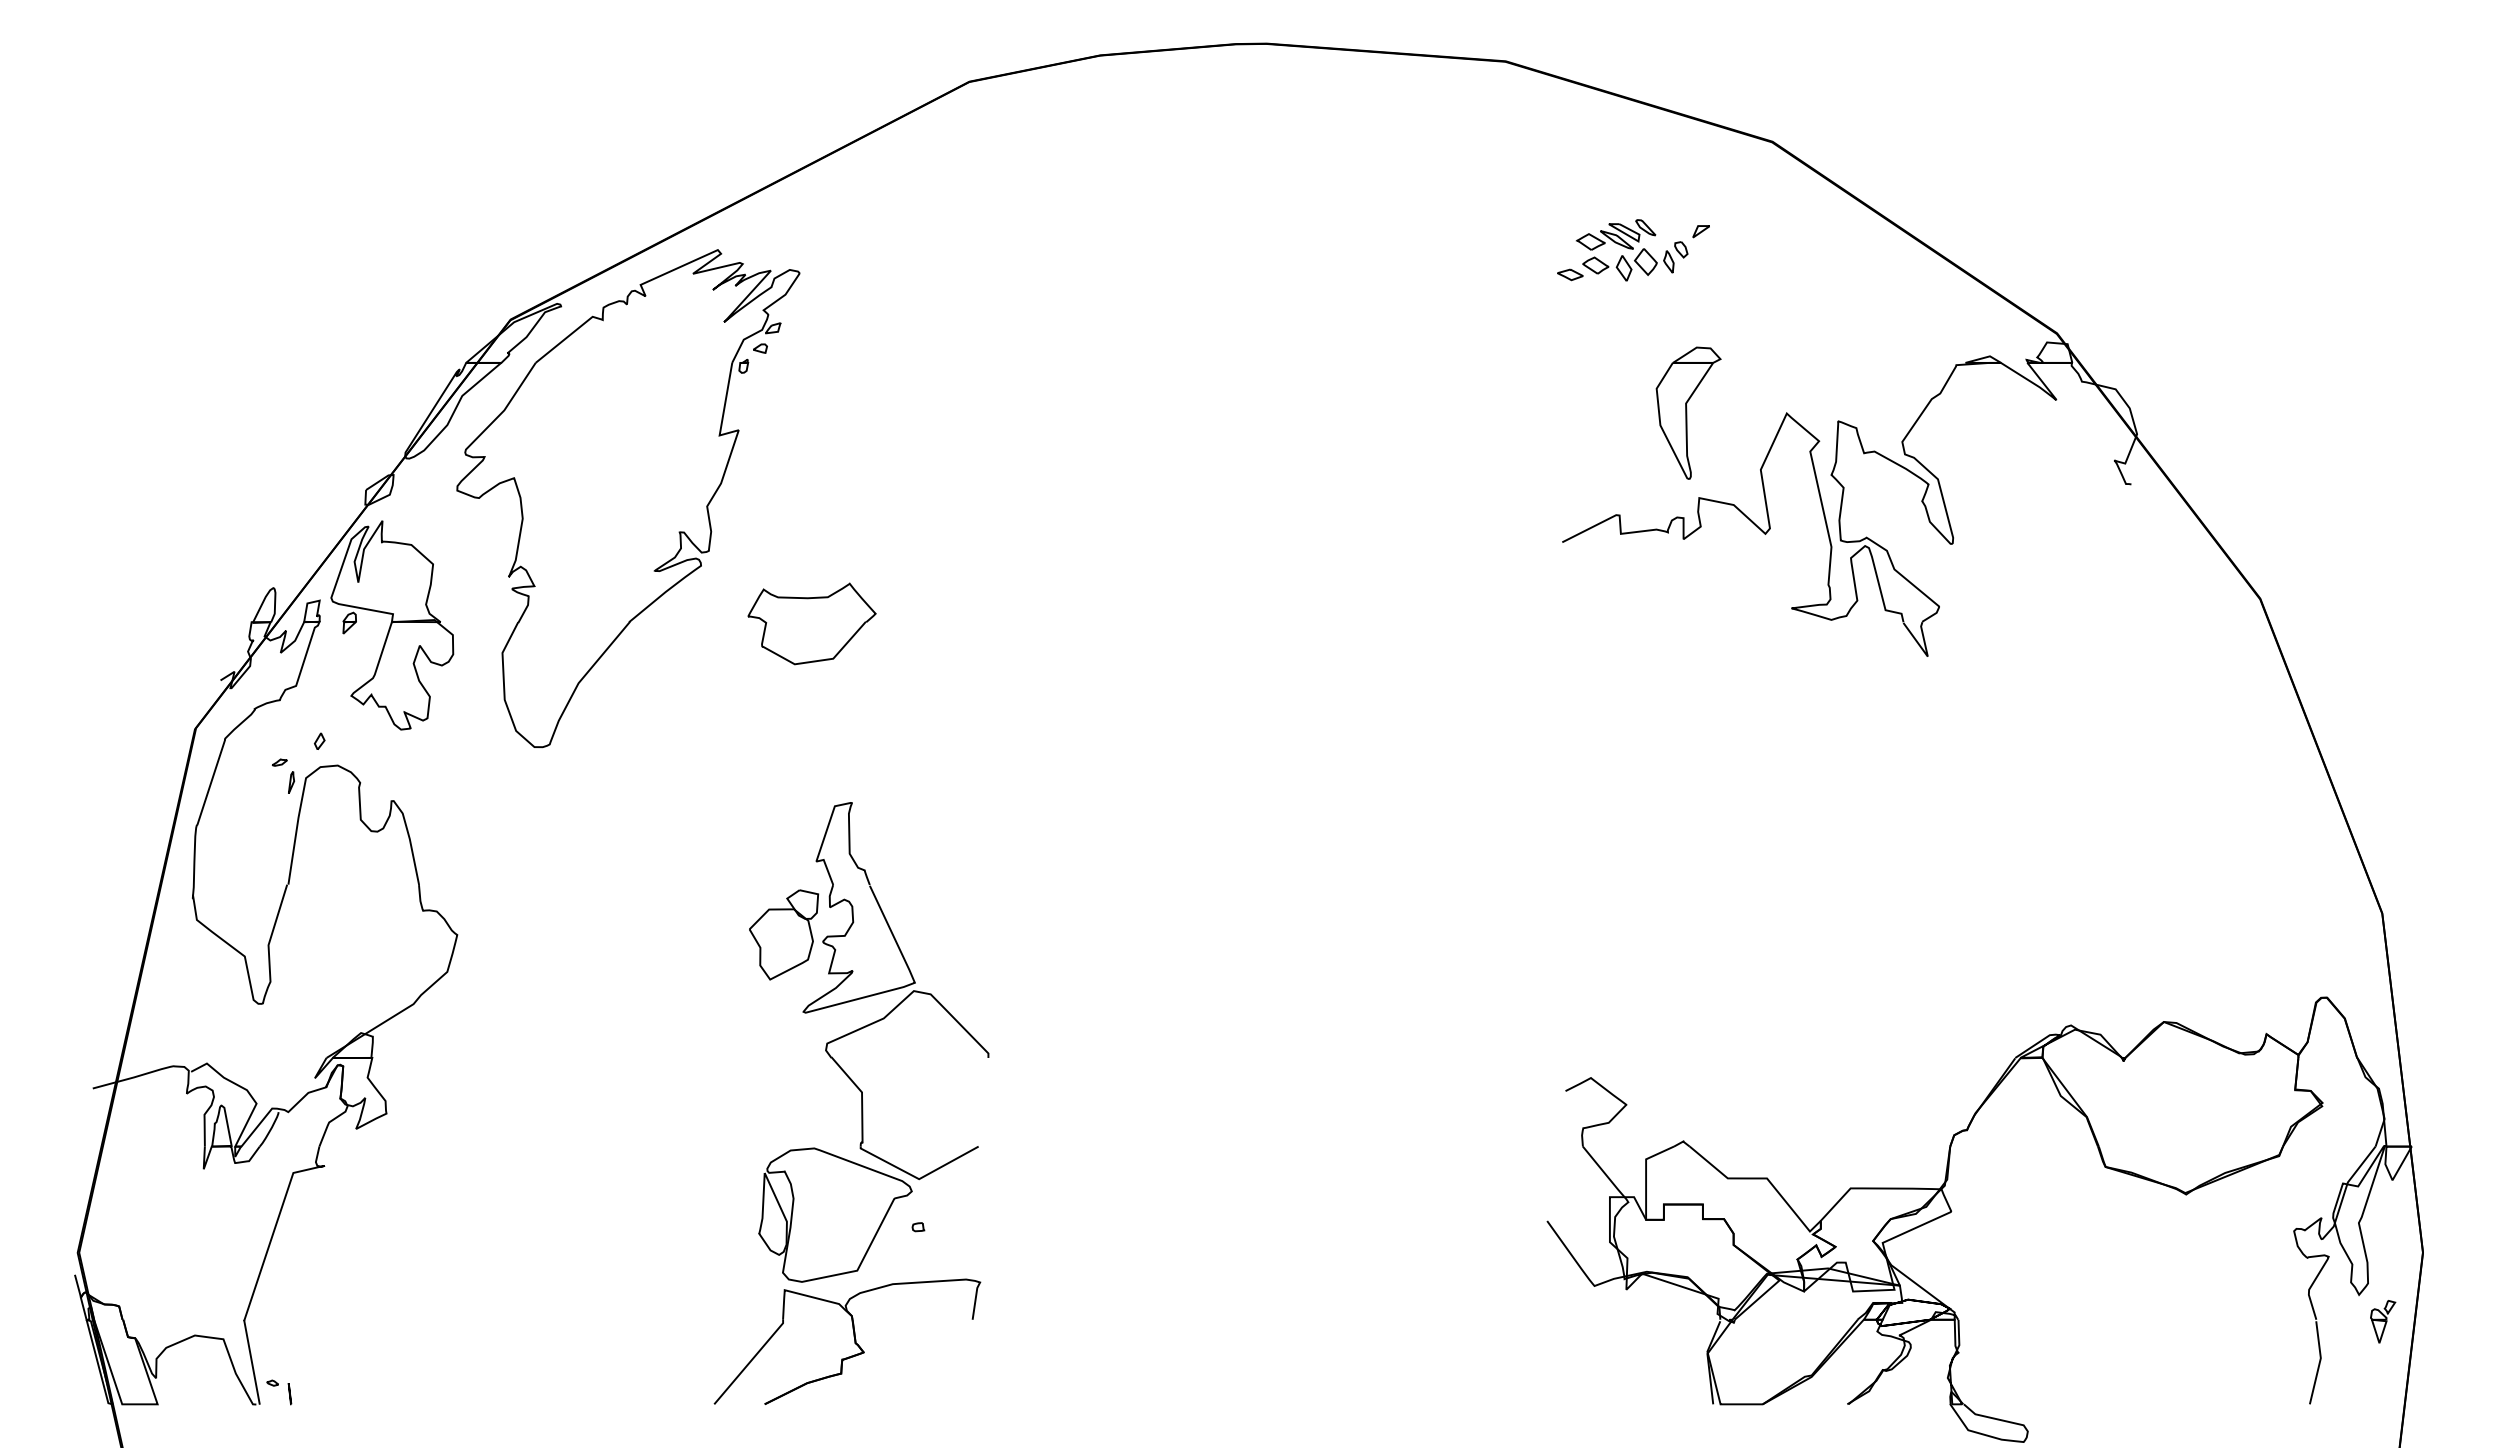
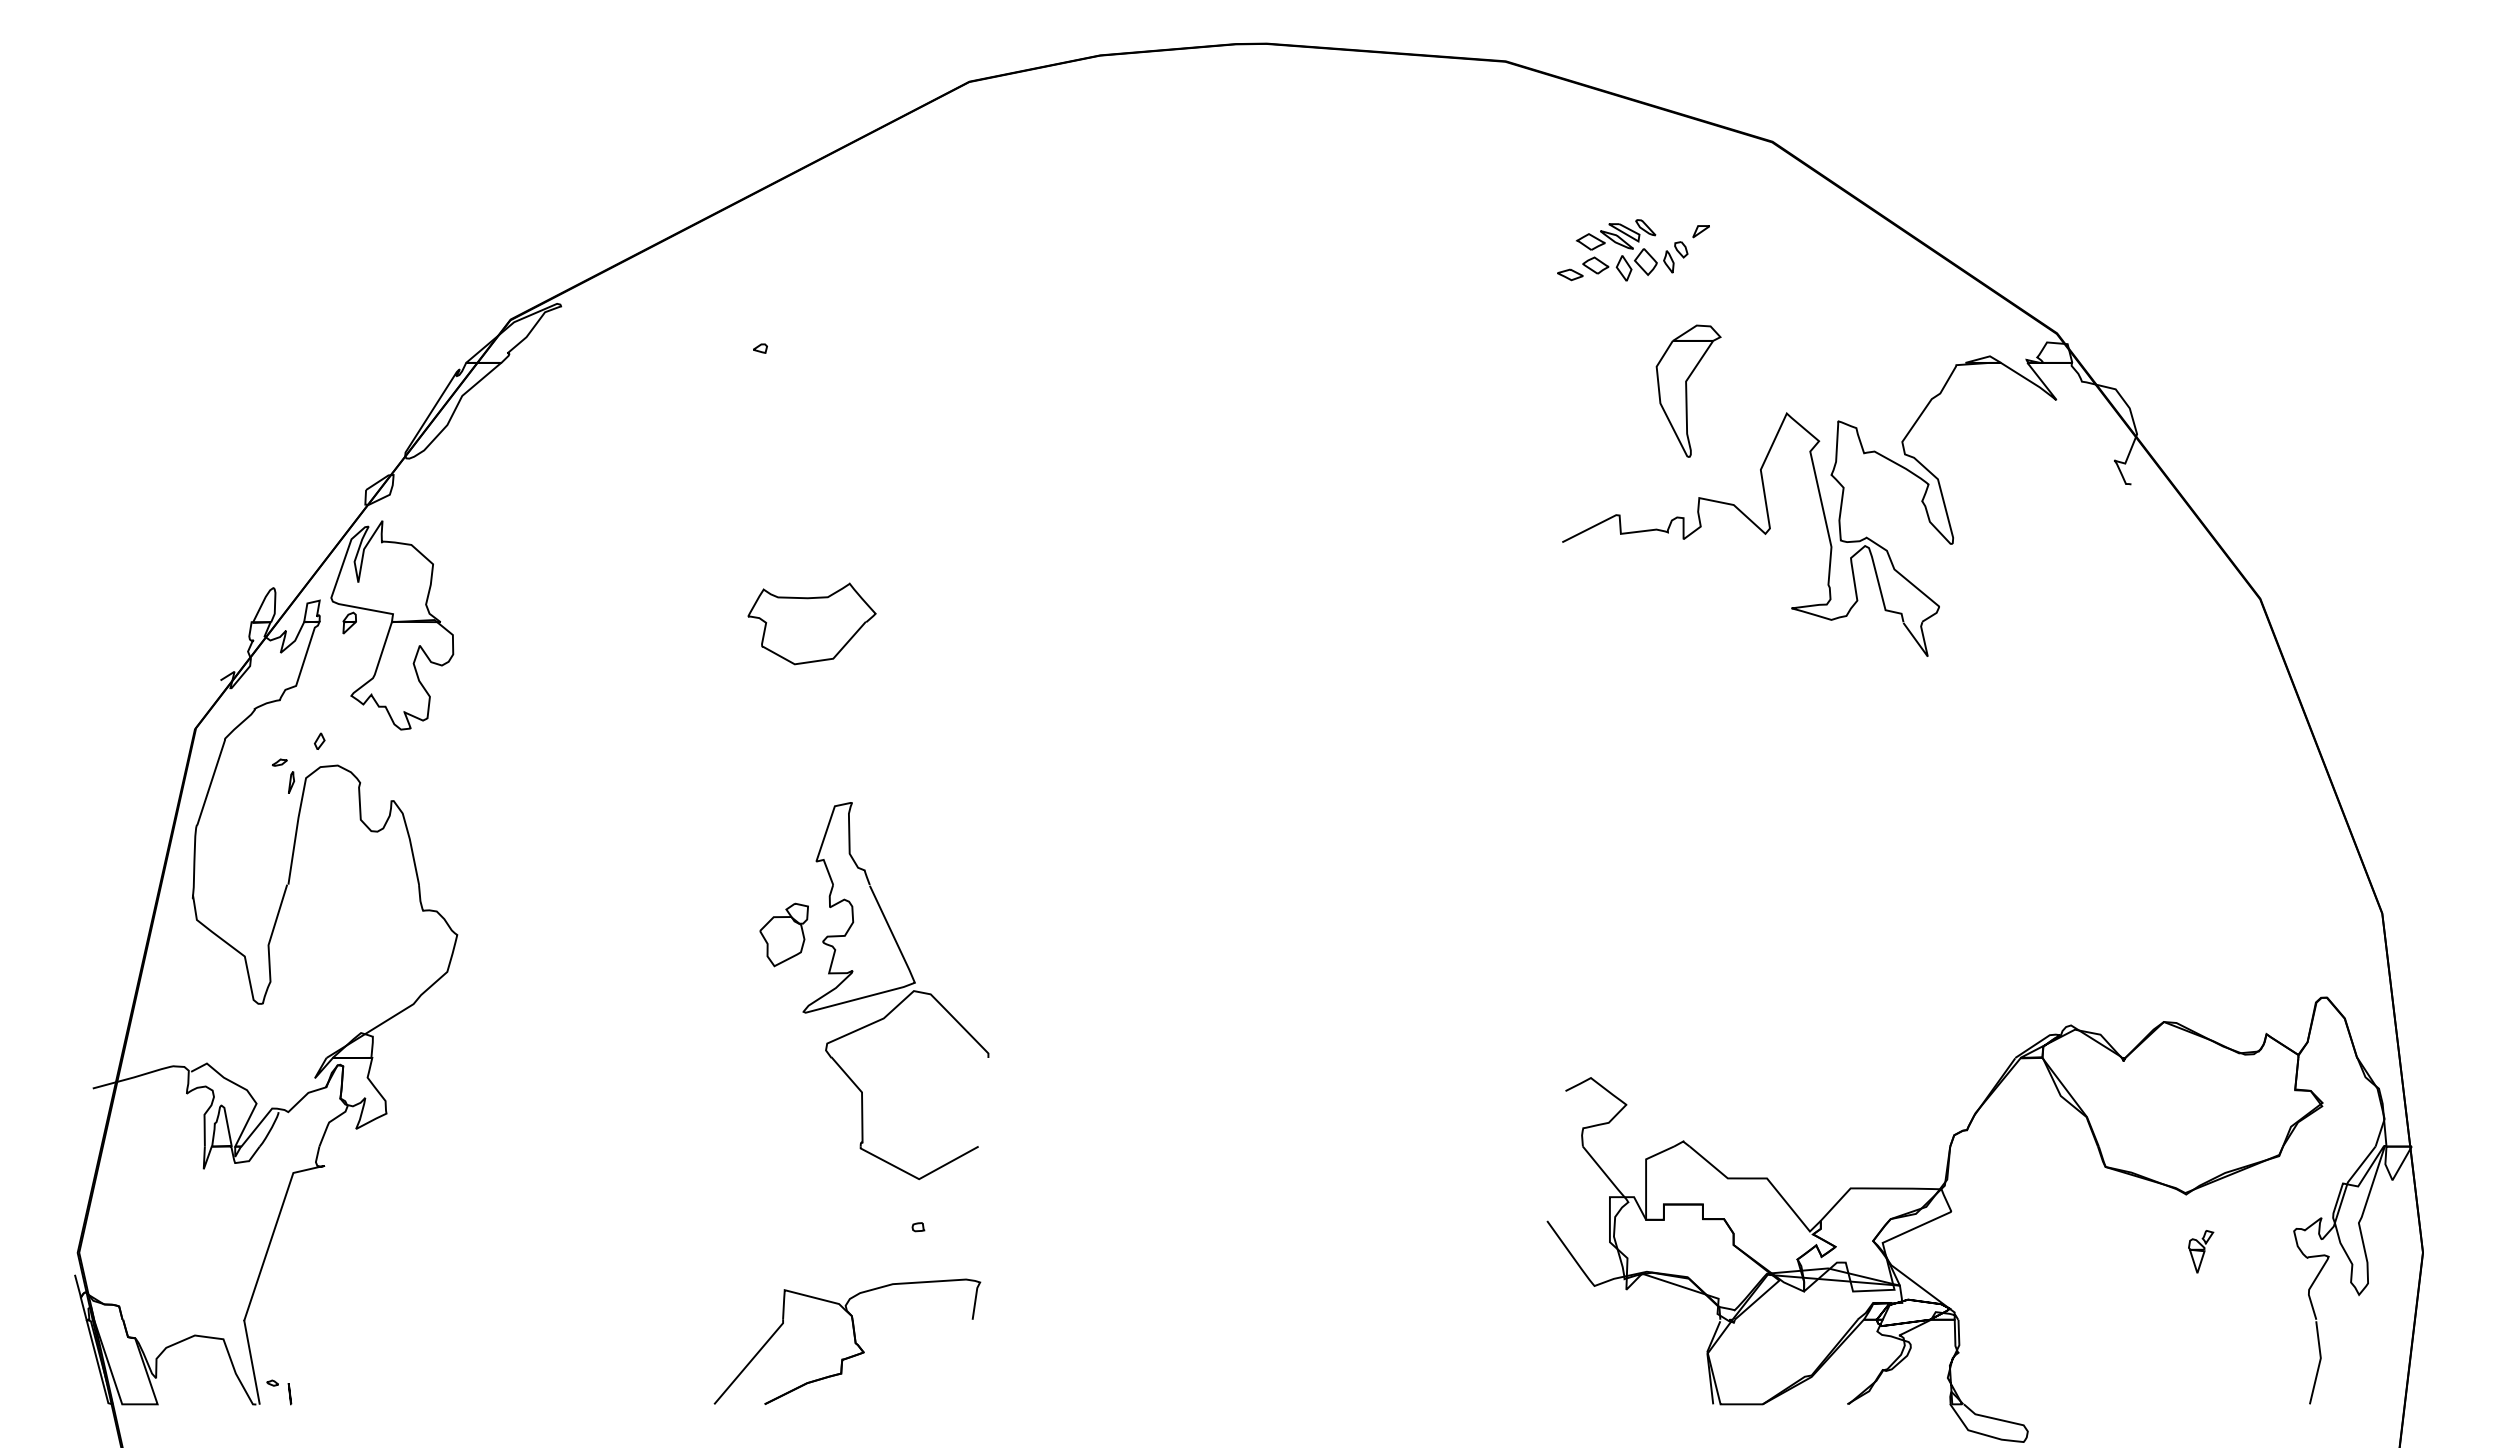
part at (1688, 412) position: (1688, 412) -> (1688, 390)
part at (628, 498): present -> none
part at (784, 934) size: 71x92 px -> 50x66 px
part at (835, 1214): present -> none
part at (2383, 1321) position: (2383, 1321) -> (2201, 1251)
